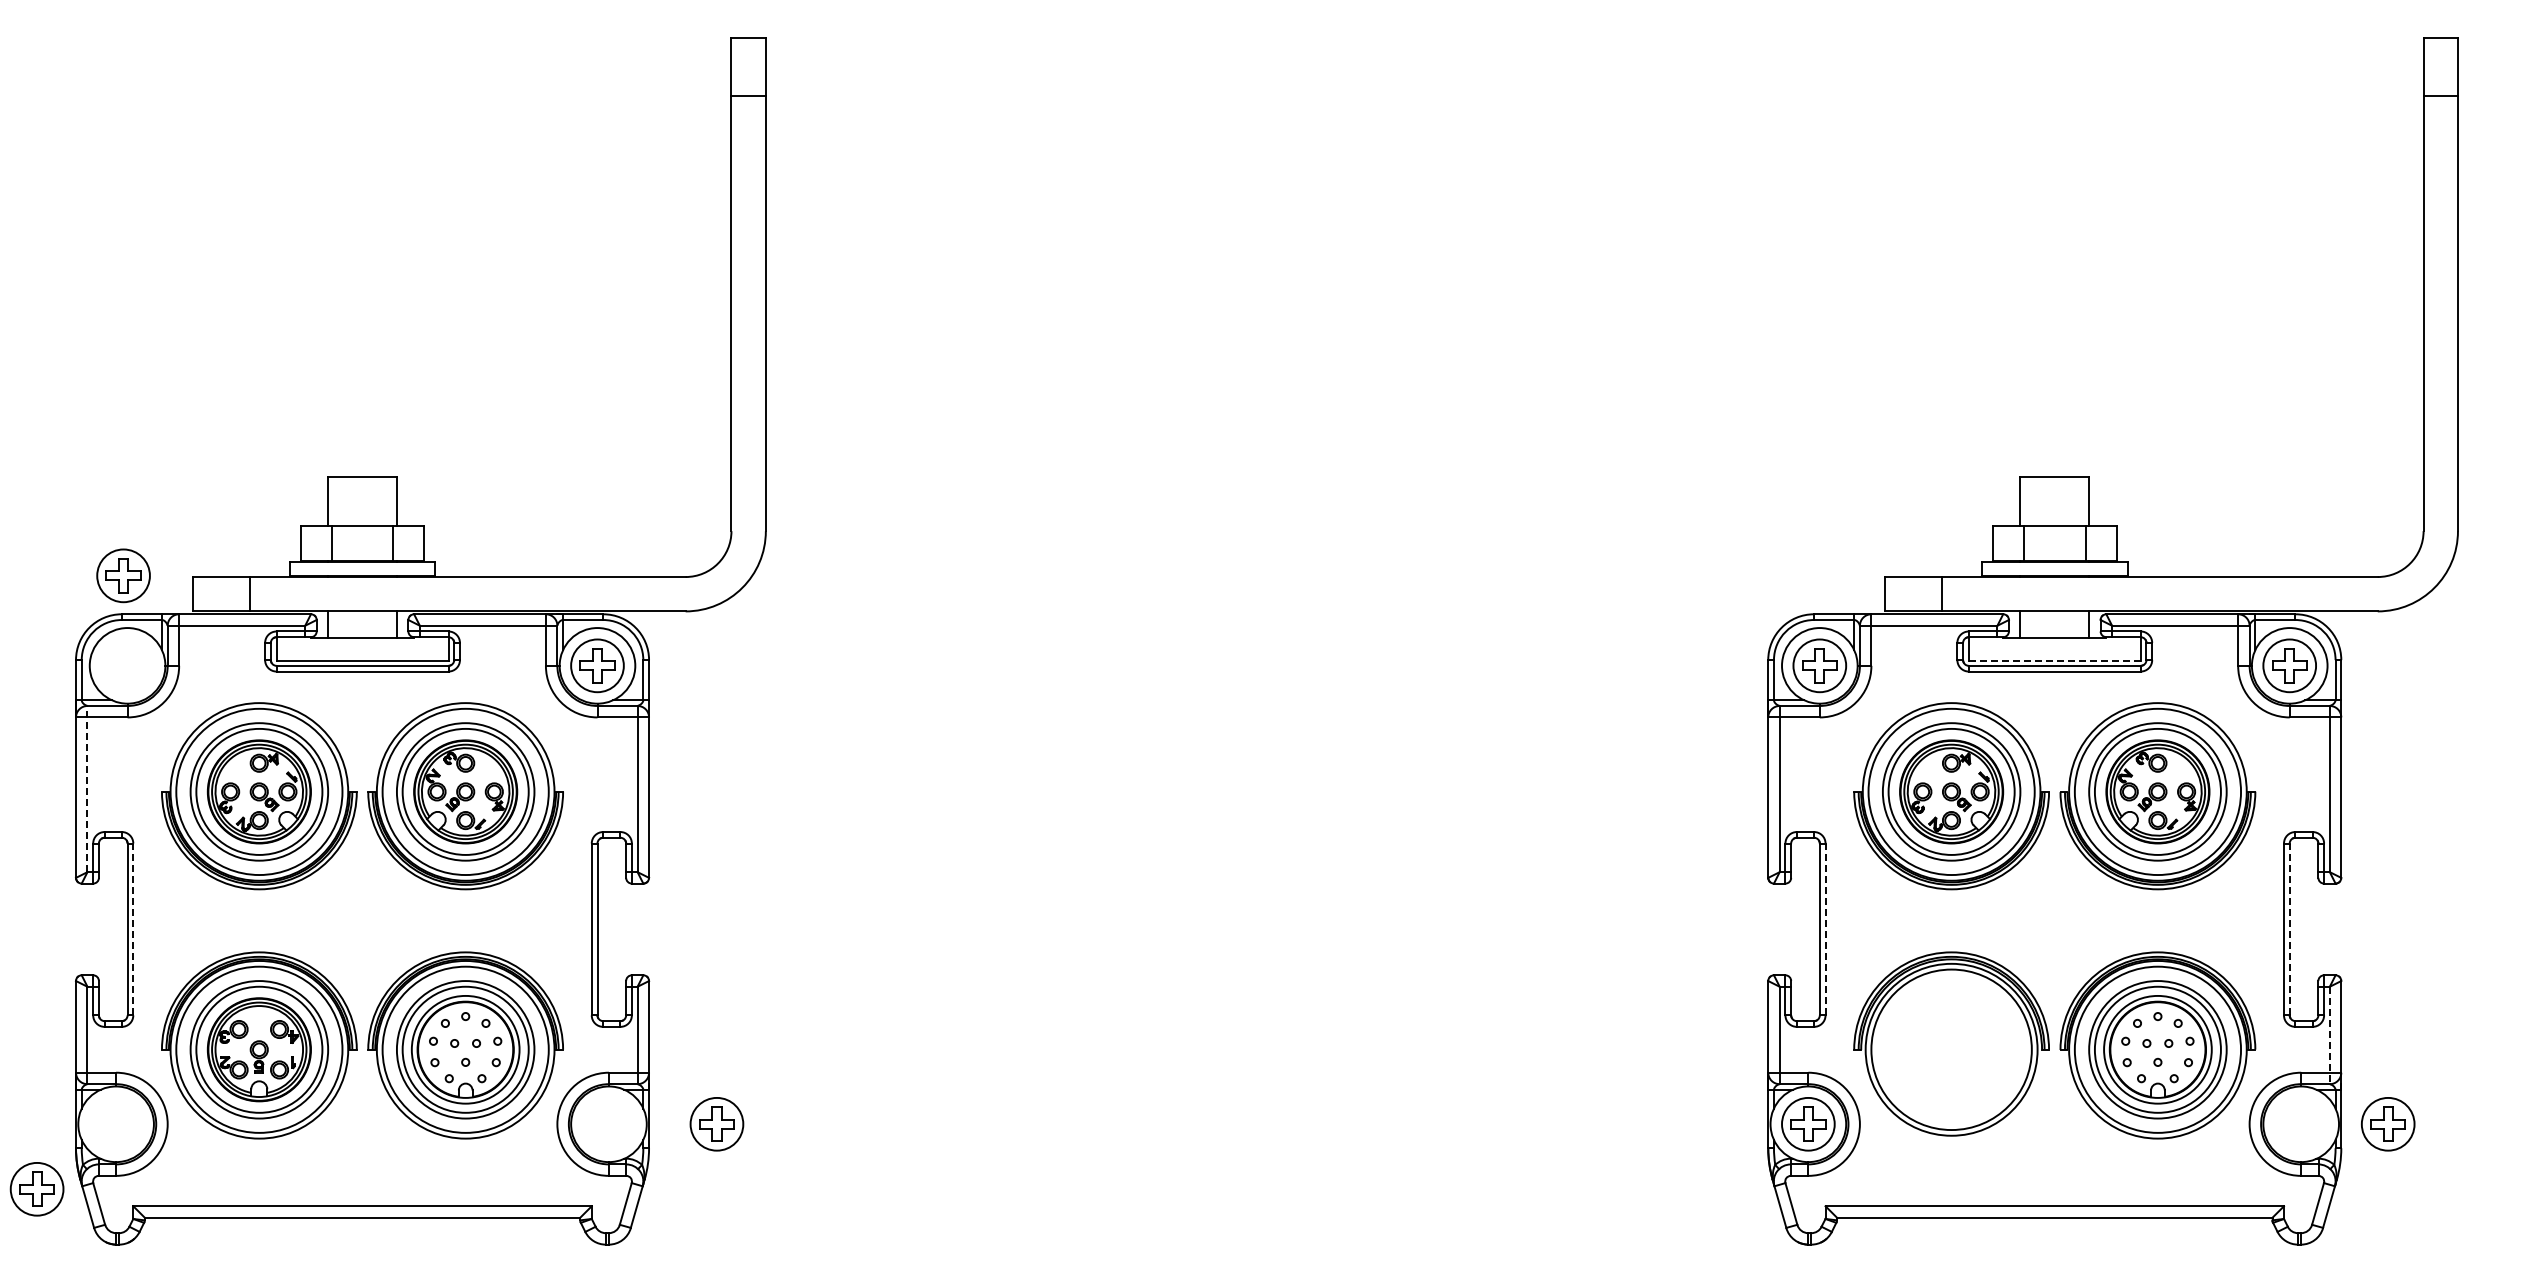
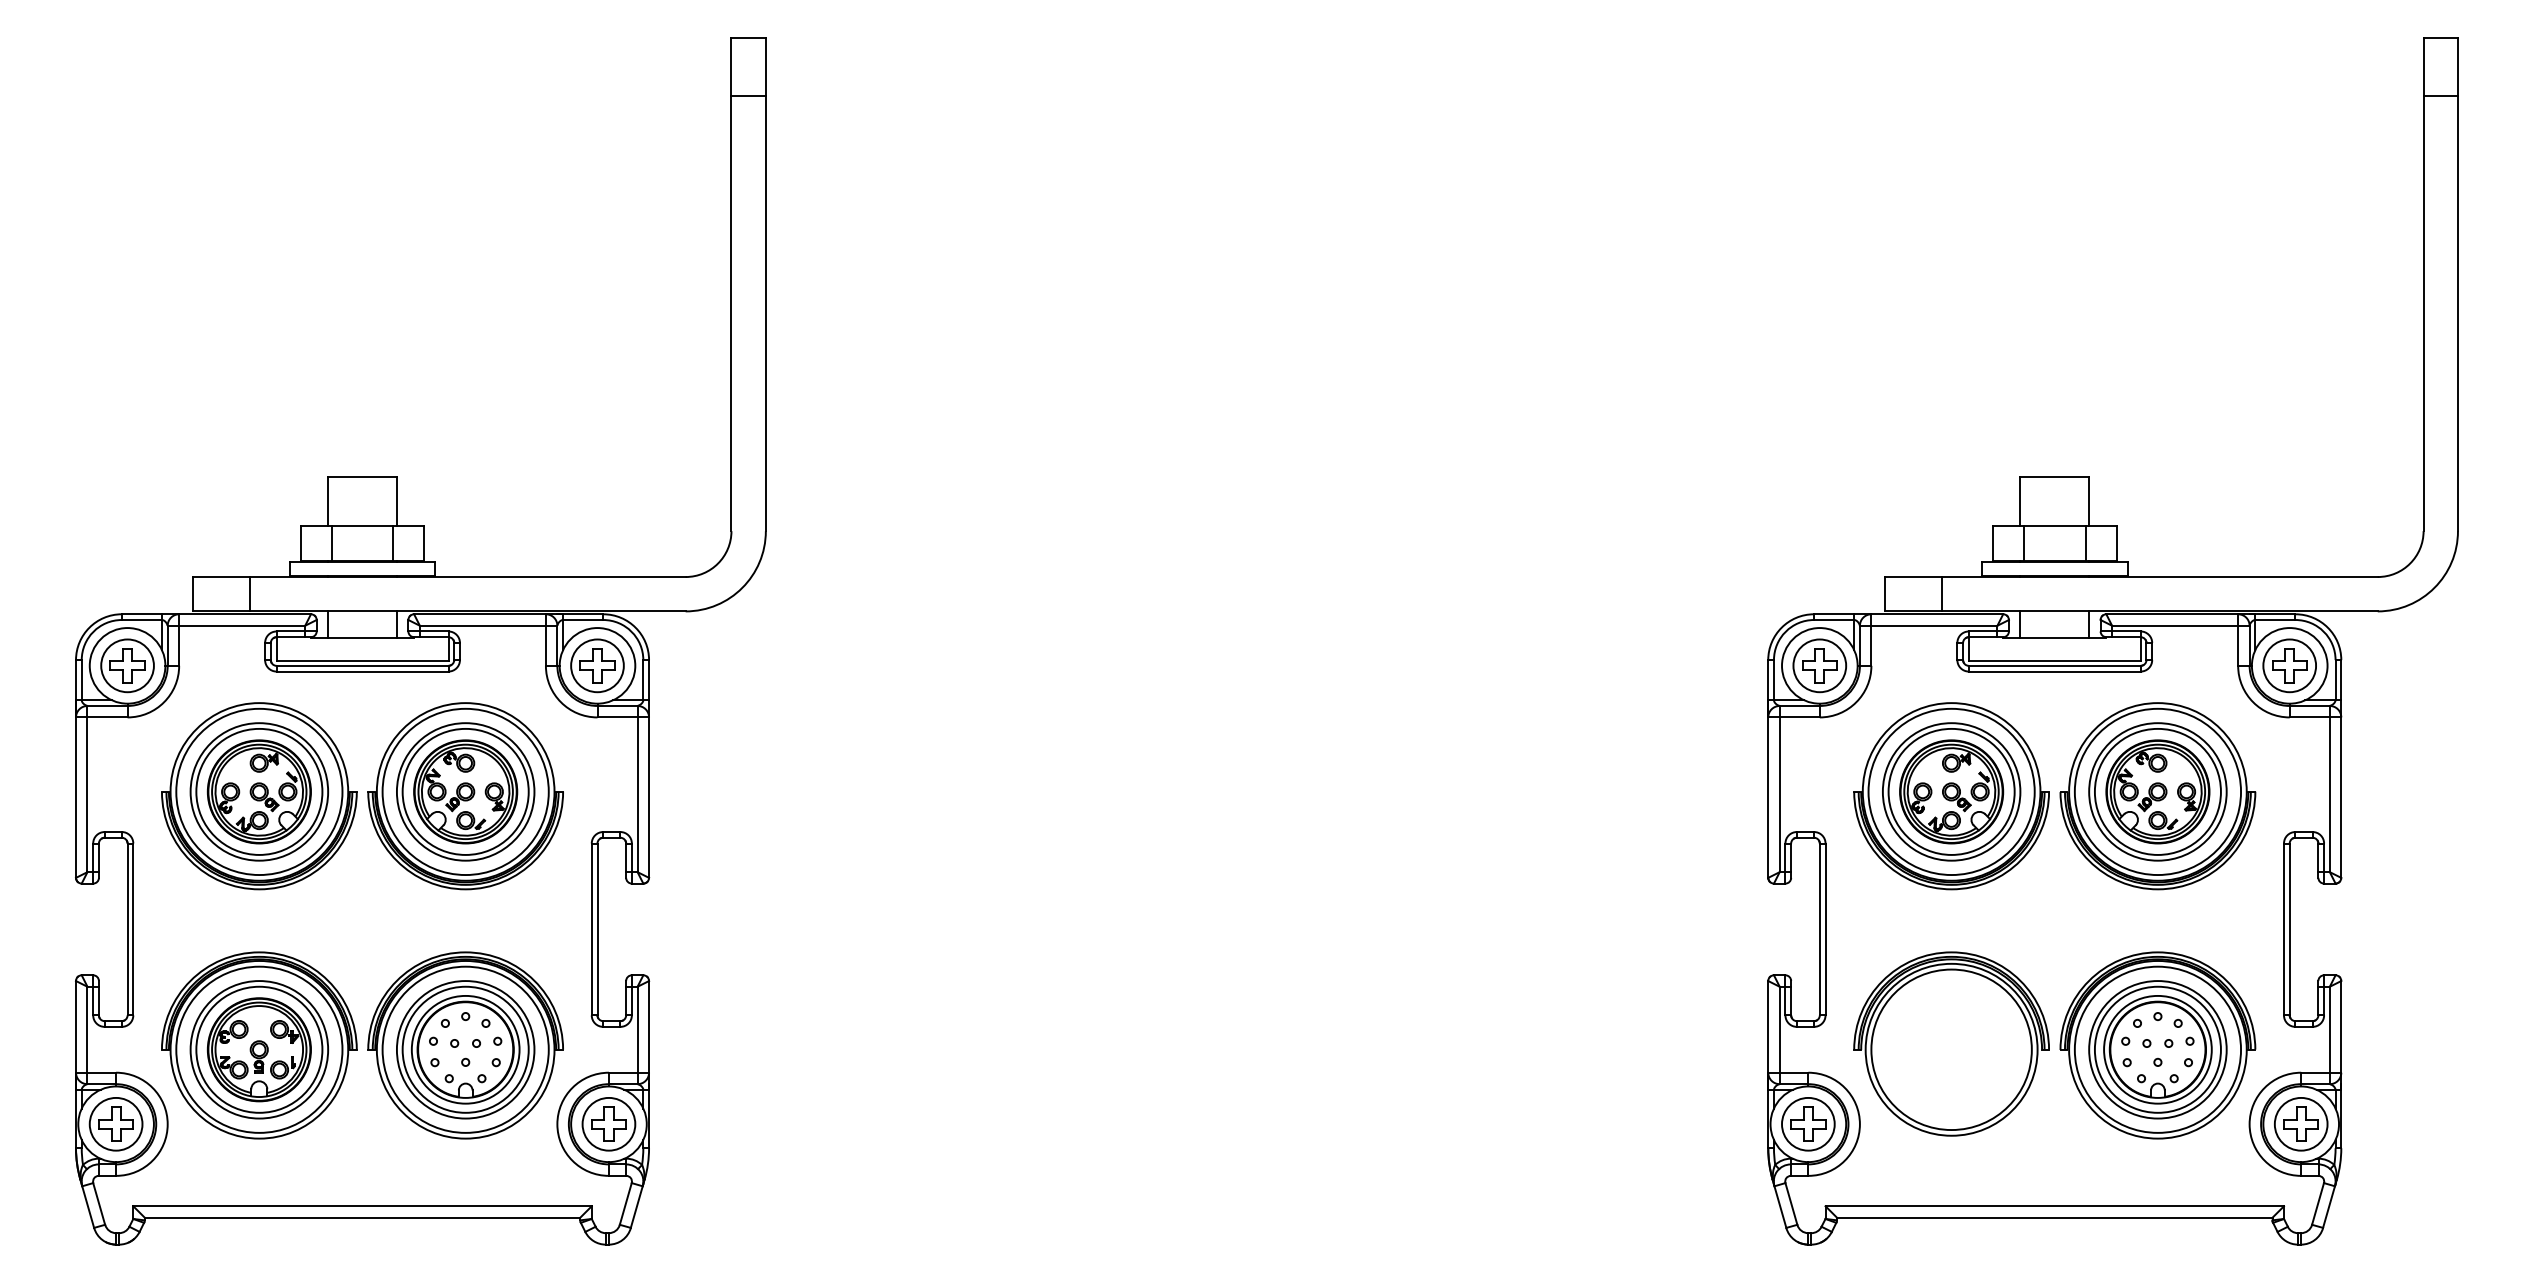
part at (123, 575) position: (123, 575) -> (127, 665)
line at (2054, 660): dashed -> solid
line at (87, 788): dashed -> solid
line at (133, 929): dashed -> solid
line at (1825, 929): dashed -> solid
line at (2289, 929): dashed -> solid
line at (2329, 1035): dashed -> solid
part at (716, 1124) position: (716, 1124) -> (608, 1124)
part at (2388, 1124) position: (2388, 1124) -> (2301, 1124)
part at (36, 1189) position: (36, 1189) -> (115, 1124)
